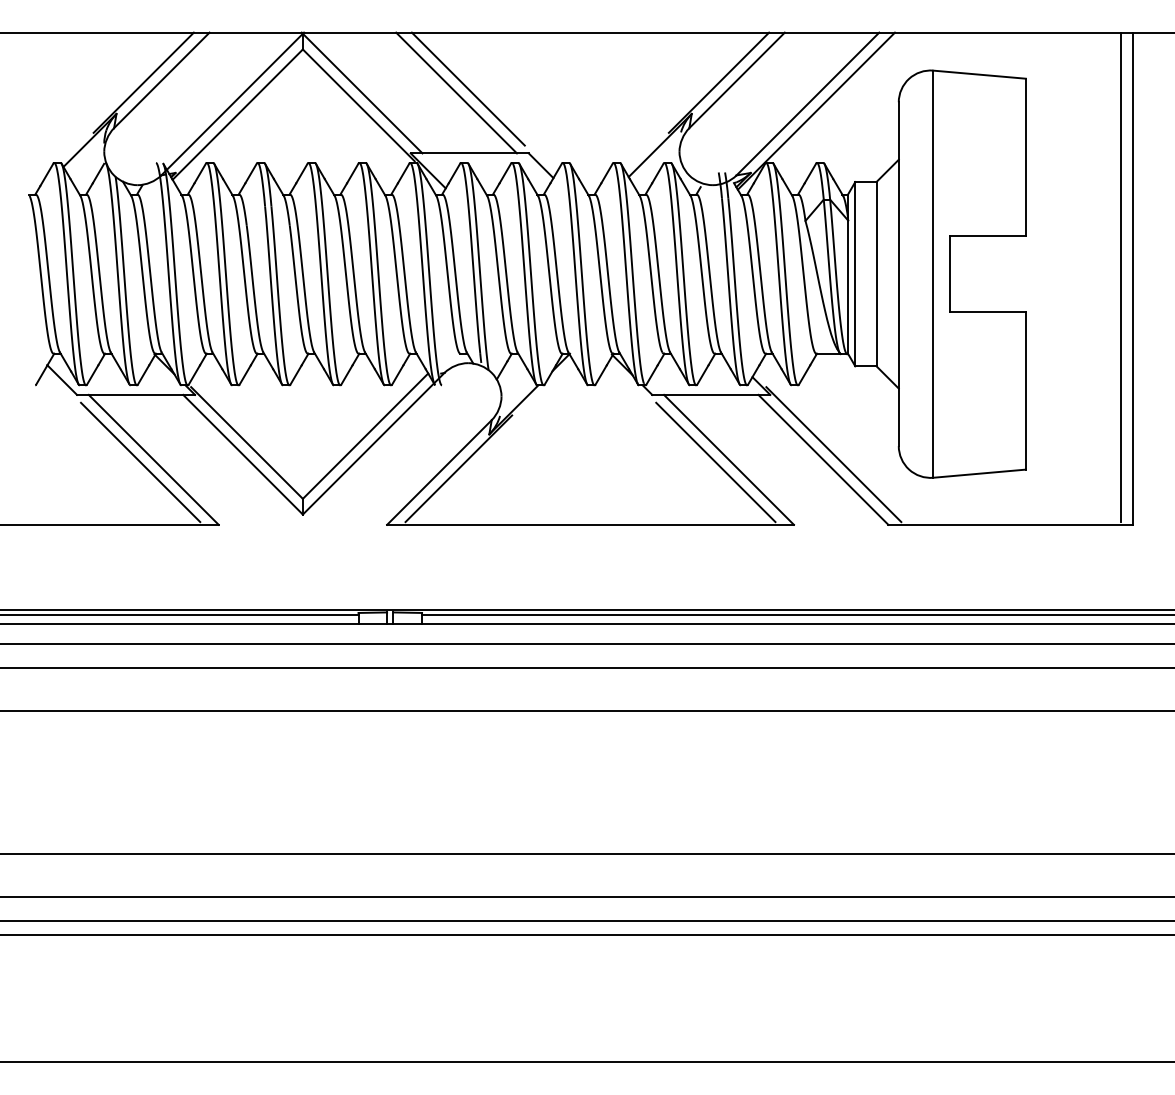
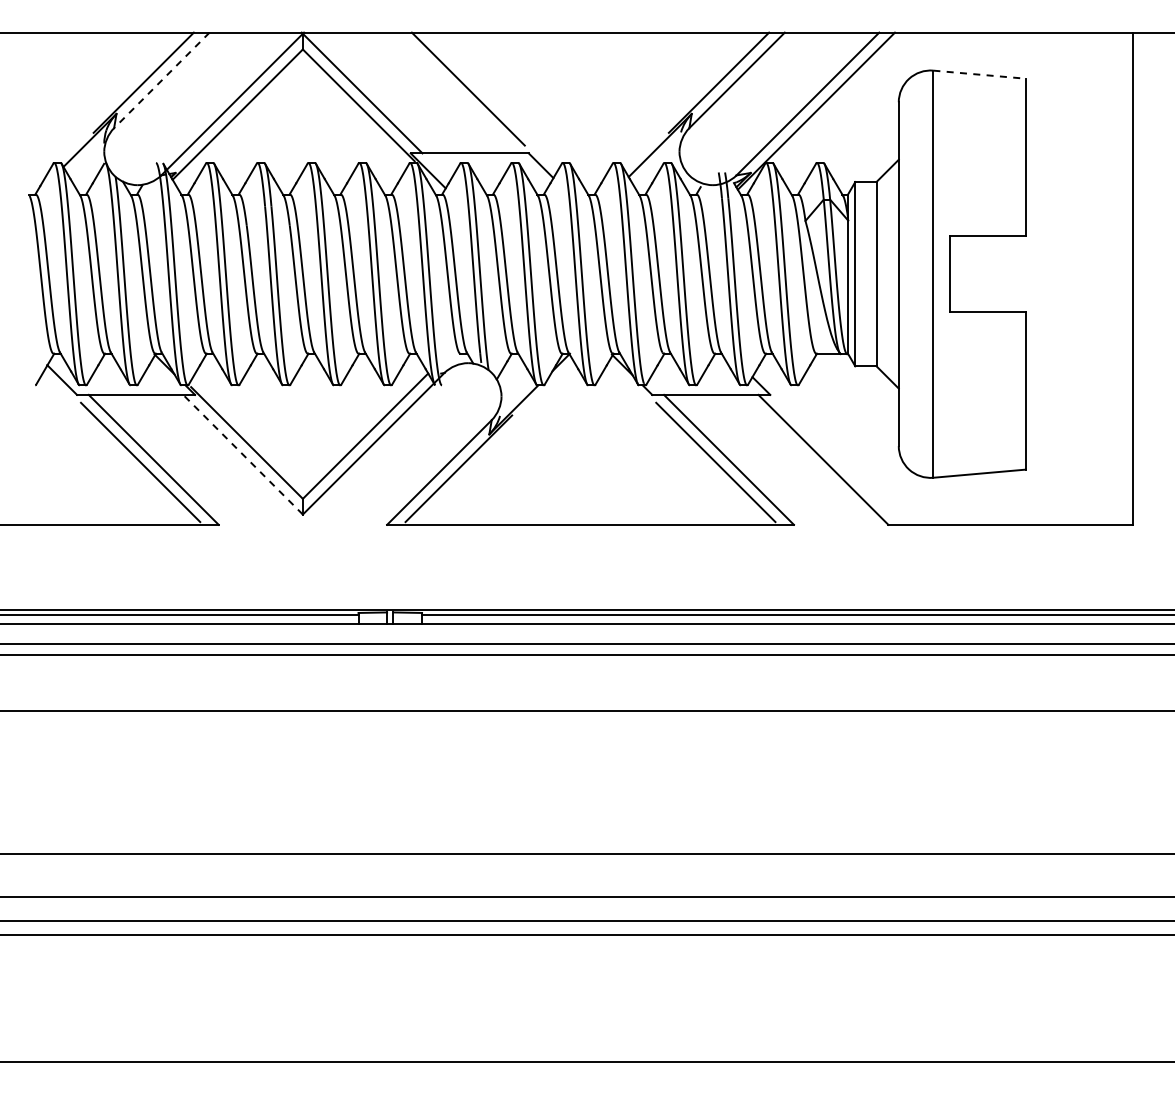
line at (980, 74): solid -> dashed
line at (161, 80): solid -> dashed
line at (456, 92): present -> none
line at (1121, 277): present -> none
line at (243, 454): solid -> dashed
line at (833, 454): present -> none
line at (586, 668) position: (586, 668) -> (586, 655)
